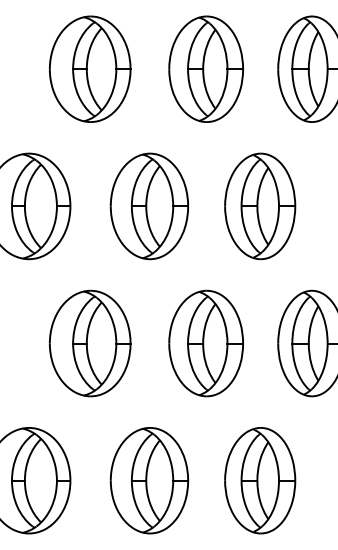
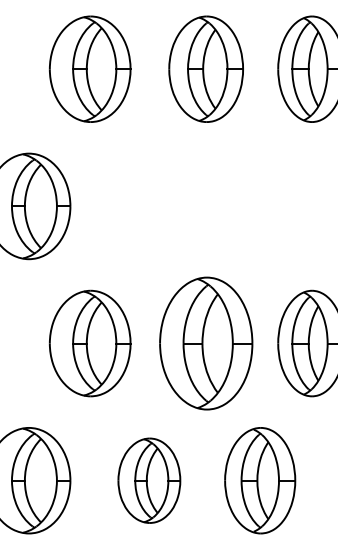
part at (148, 206): present -> none
part at (260, 206): present -> none
part at (205, 343) size: 76x109 px -> 95x135 px
part at (148, 480) size: 80x108 px -> 65x87 px
